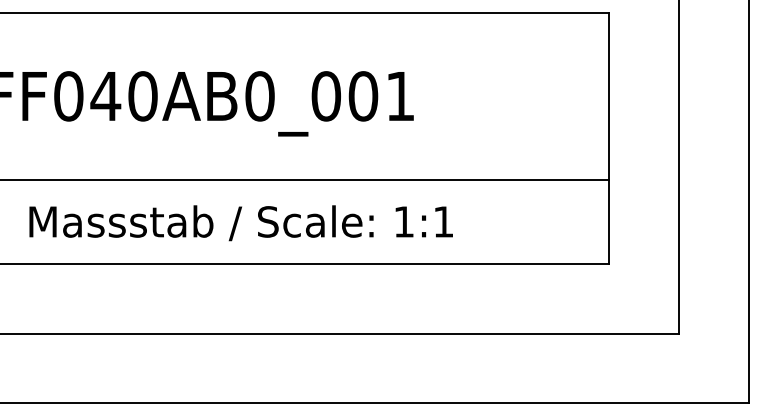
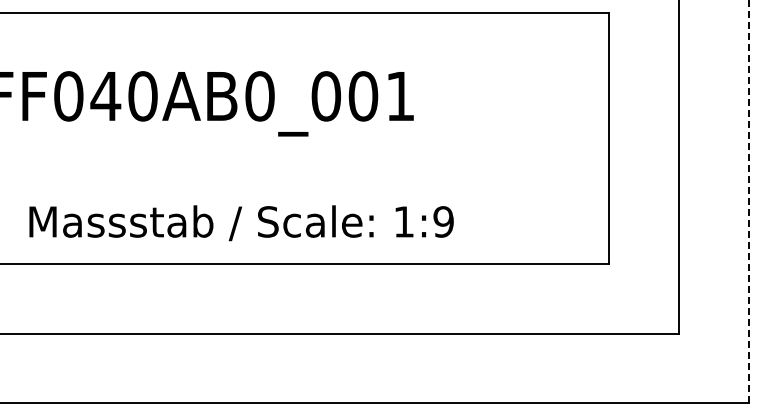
line at (305, 180): present -> none
line at (748, 201): solid -> dashed
text at (443, 221): 1:1 -> 1:9
